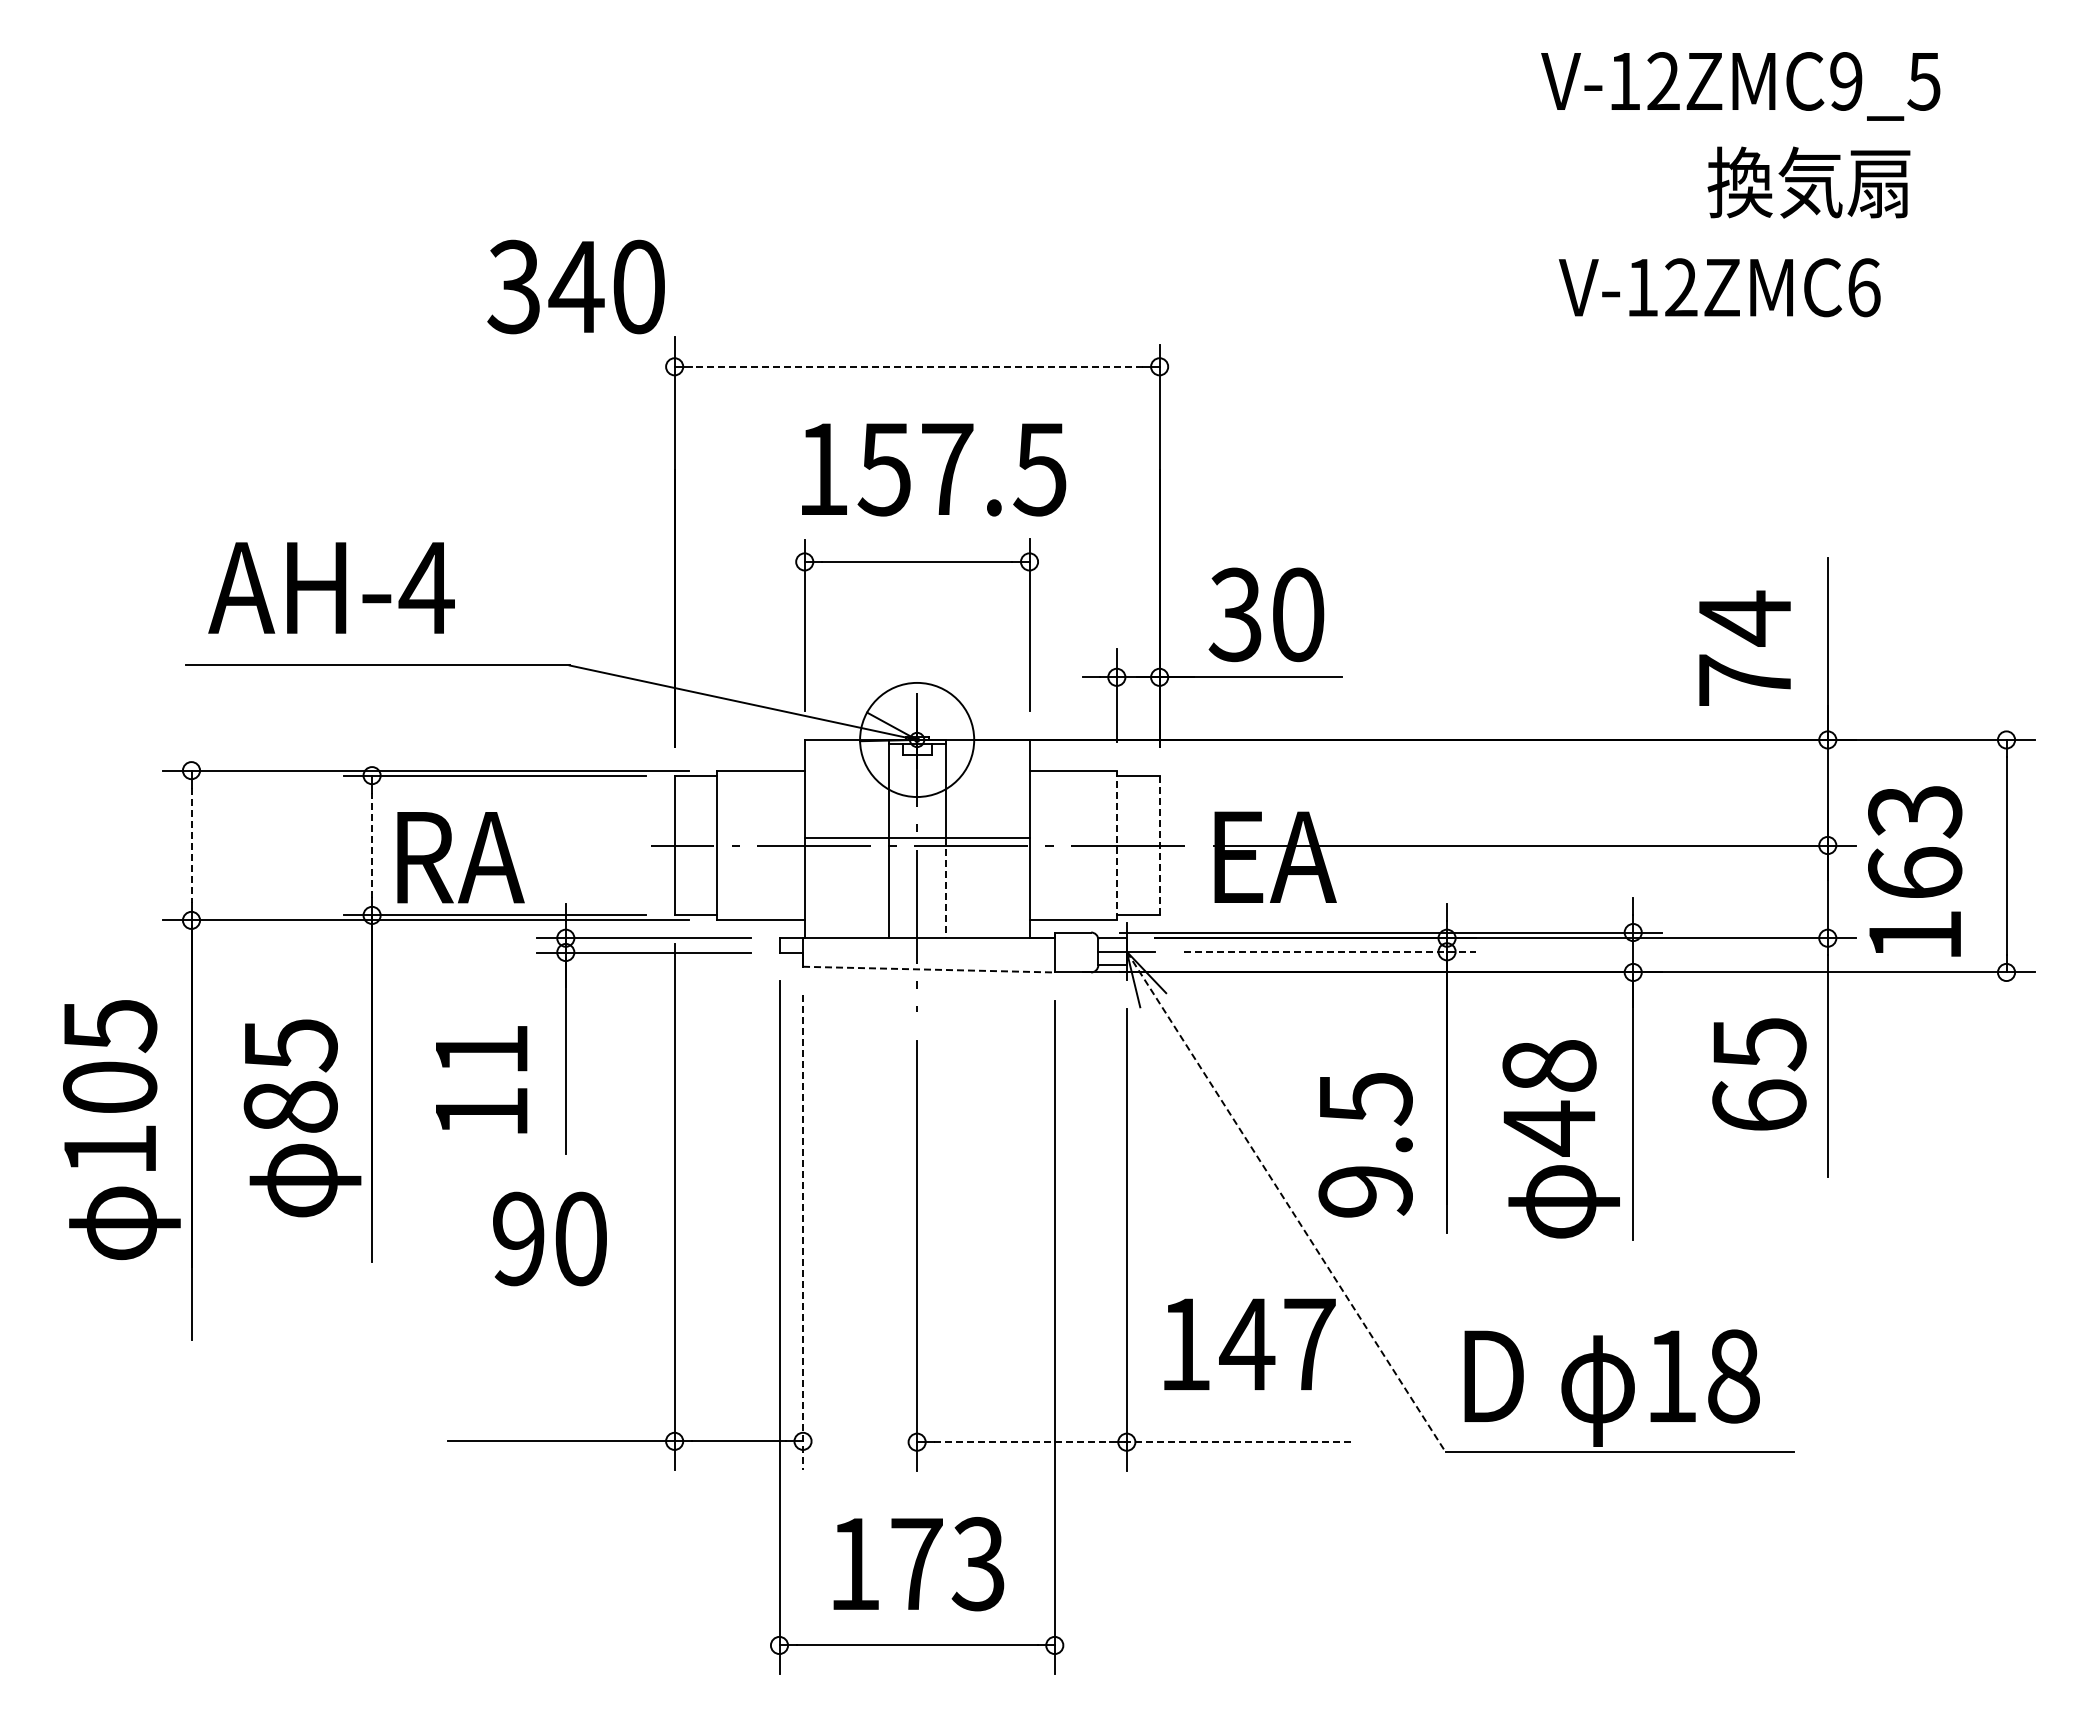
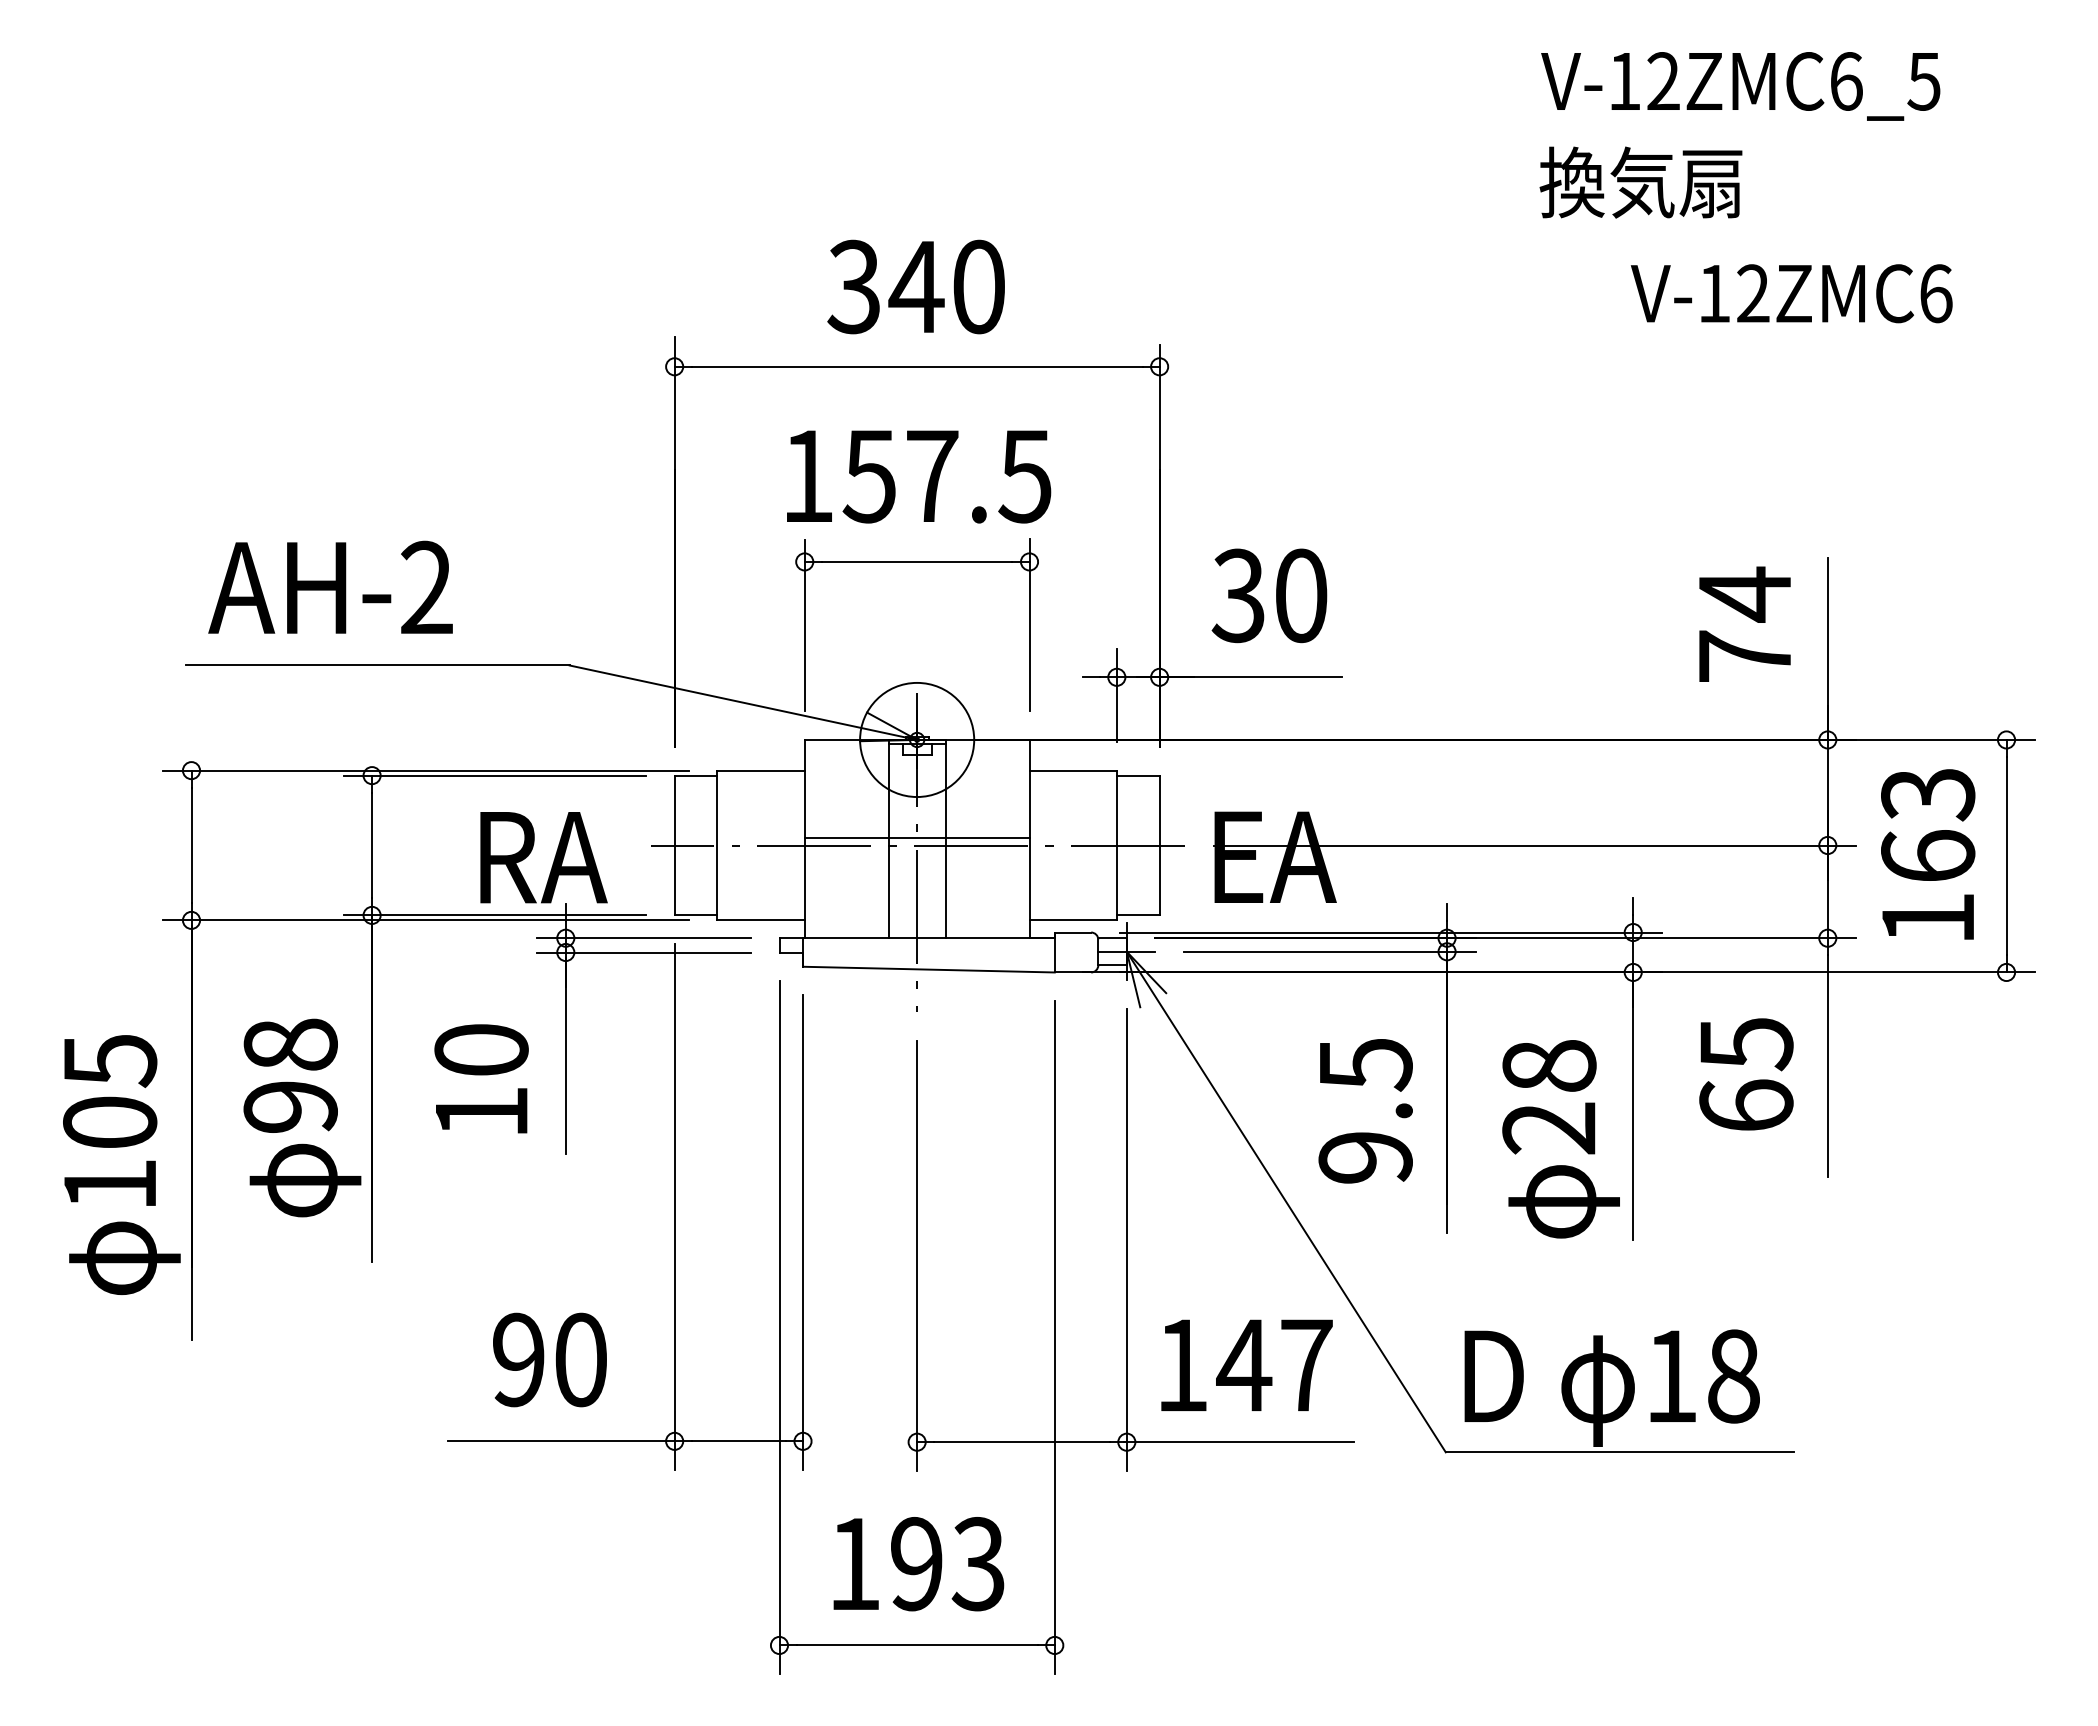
text at (1846, 81): V-12ZMC9_5 -> V-12ZMC6_5
text at (1808, 182) position: (1808, 182) -> (1640, 182)
text at (575, 286) position: (575, 286) -> (915, 286)
text at (1719, 287) position: (1719, 287) -> (1791, 293)
line at (916, 366): dashed -> solid
text at (934, 469) position: (934, 469) -> (919, 476)
text at (426, 586): AH-4 -> AH-2
text at (1266, 614) position: (1266, 614) -> (1269, 595)
text at (1744, 647) position: (1744, 647) -> (1744, 623)
line at (191, 845): dashed -> solid
line at (372, 845): dashed -> solid
line at (1116, 845): dashed -> solid
line at (1159, 845): dashed -> solid
text at (460, 857) position: (460, 857) -> (543, 857)
text at (1915, 871) position: (1915, 871) -> (1928, 854)
line at (945, 888): dashed -> solid
line at (1329, 951): dashed -> solid
line at (928, 969): dashed -> solid
text at (481, 1049): 11 -> 10
text at (1759, 1074) position: (1759, 1074) -> (1746, 1074)
text at (290, 1075): 85 -> 98
text at (1548, 1128): 48 -> 28
text at (121, 1129) position: (121, 1129) -> (121, 1164)
text at (1365, 1145) position: (1365, 1145) -> (1365, 1111)
line at (1286, 1202): dashed -> solid
line at (803, 1233): dashed -> solid
text at (549, 1238) position: (549, 1238) -> (549, 1359)
text at (1249, 1343) position: (1249, 1343) -> (1246, 1364)
line at (1021, 1442): dashed -> solid
line at (1239, 1442): dashed -> solid
text at (916, 1564): 173 -> 193
